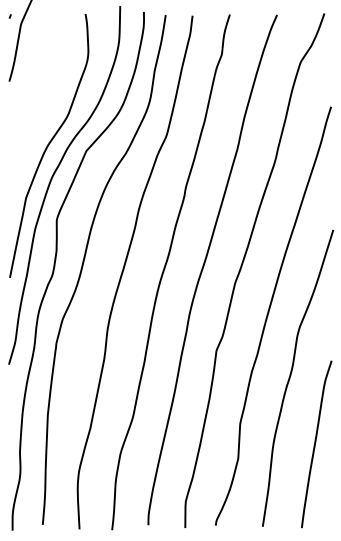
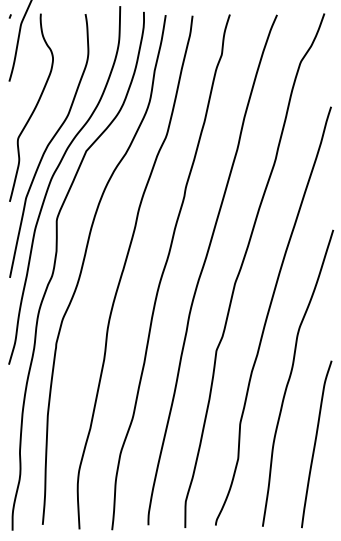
curve at (33, 109): none -> present
